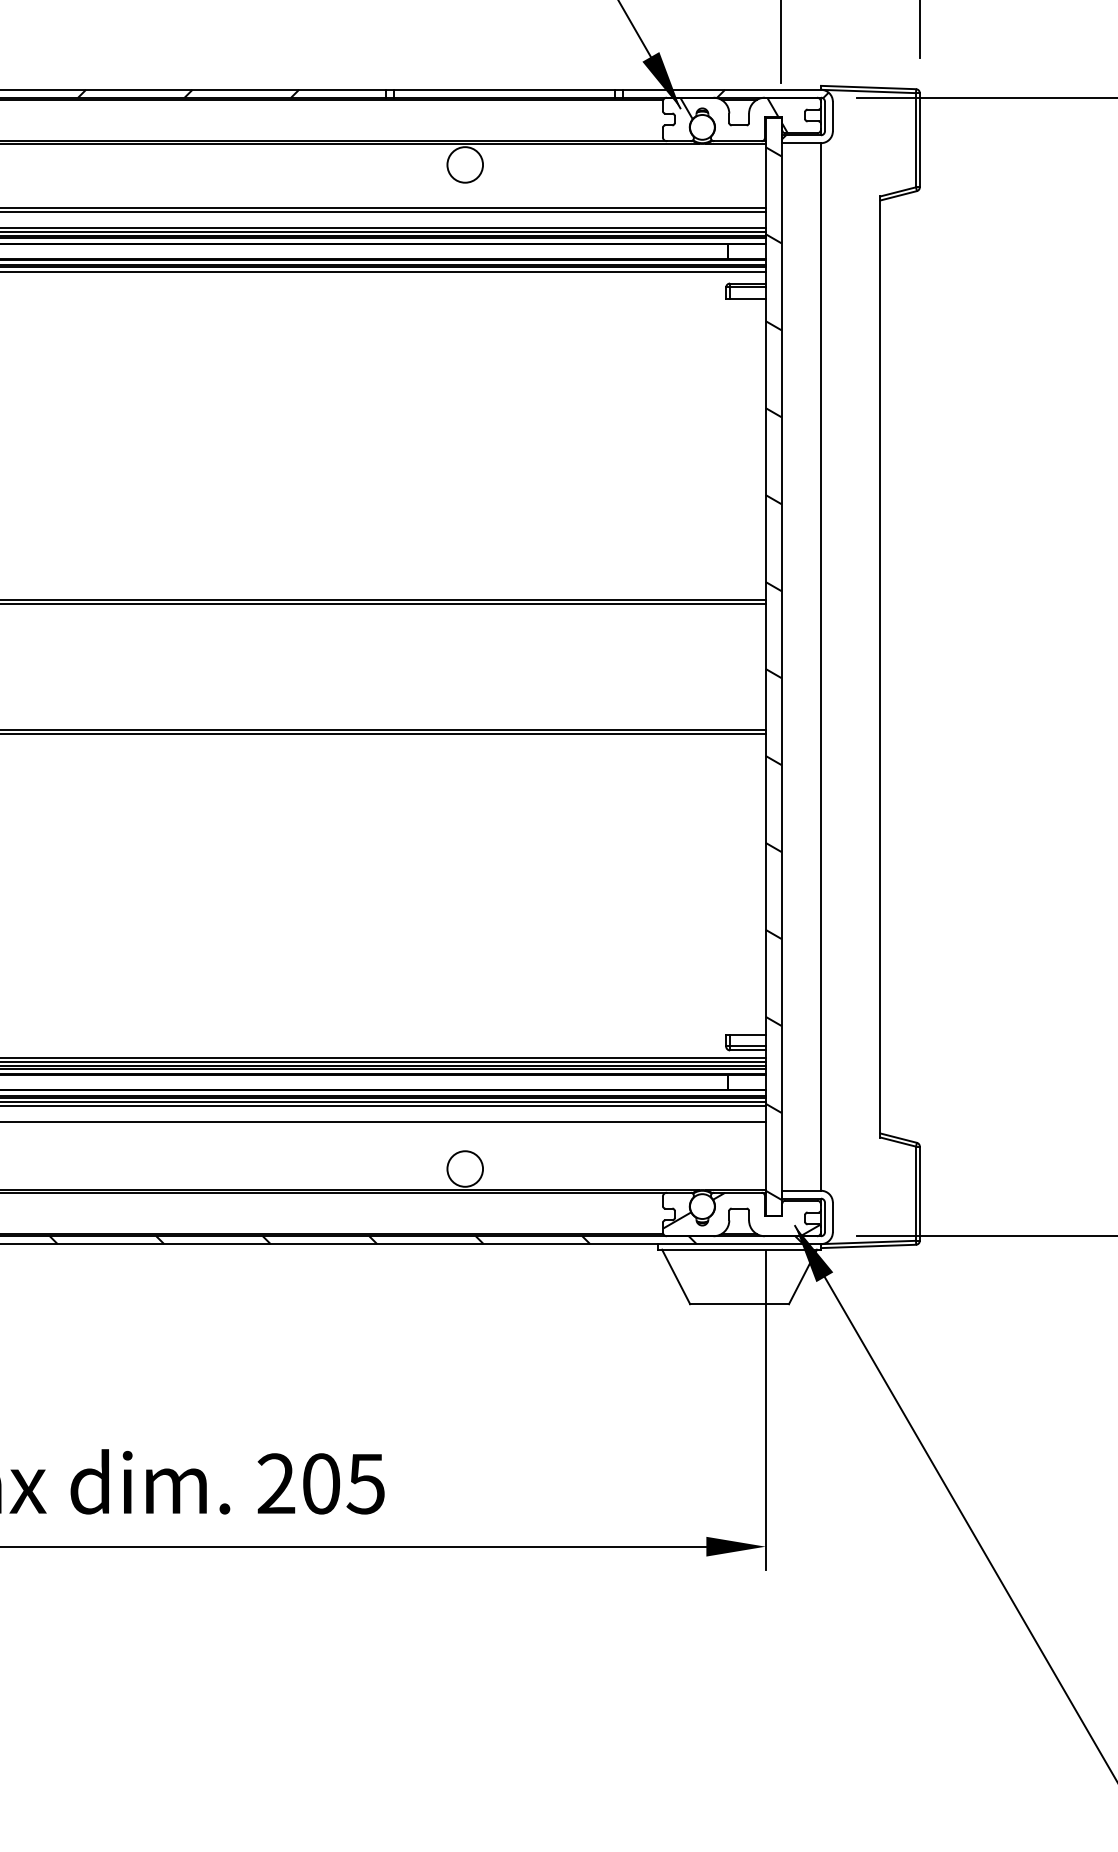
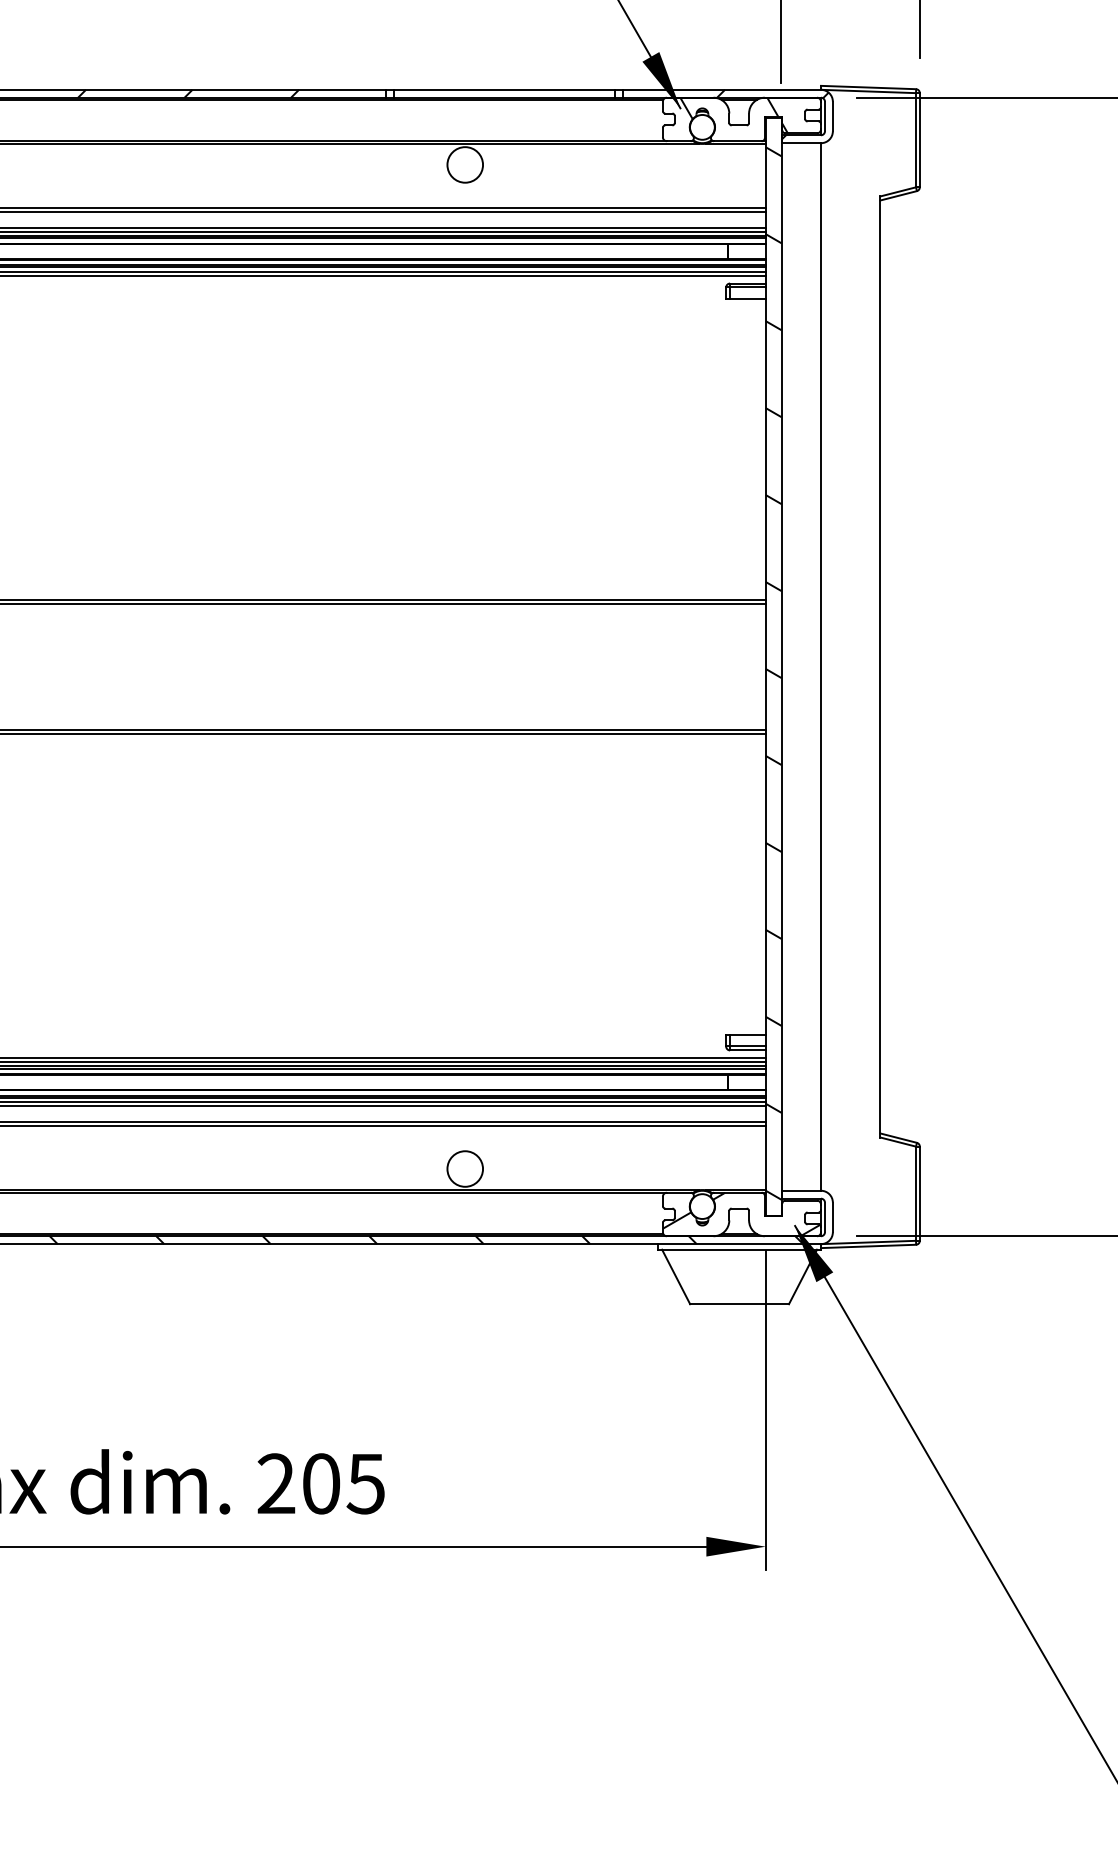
line at (383, 275): none -> present
line at (383, 1125): none -> present
